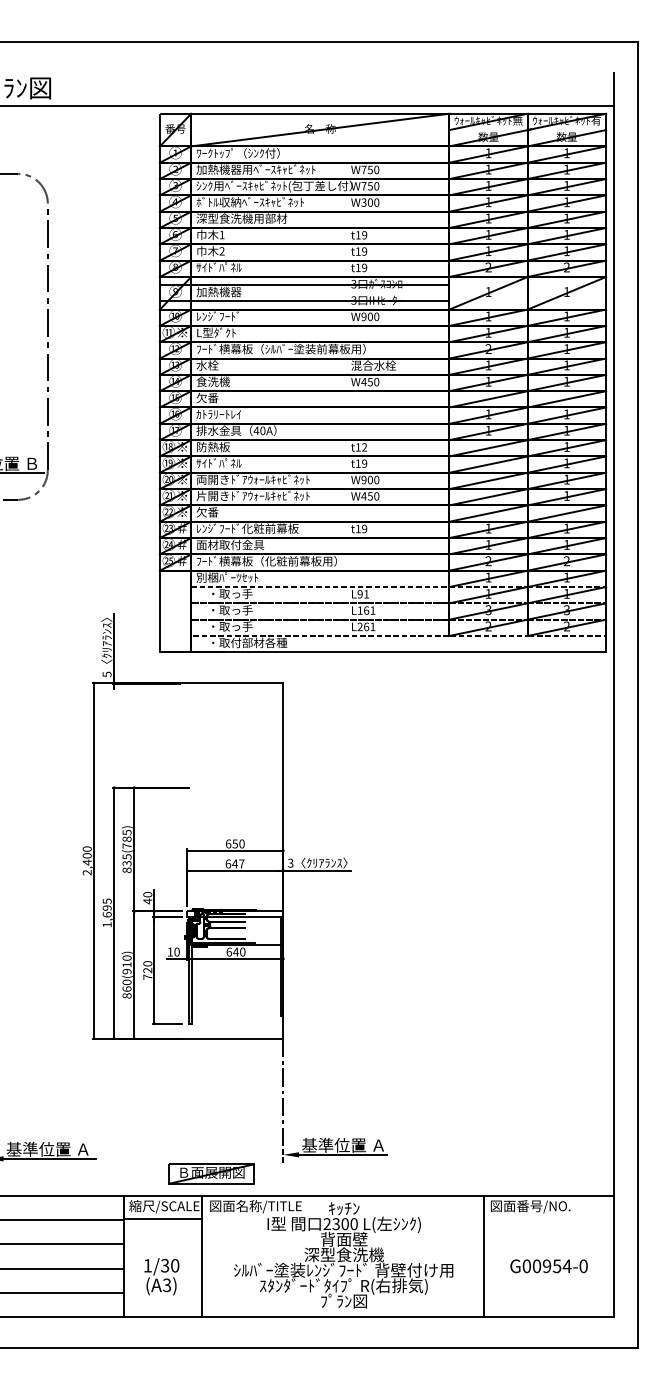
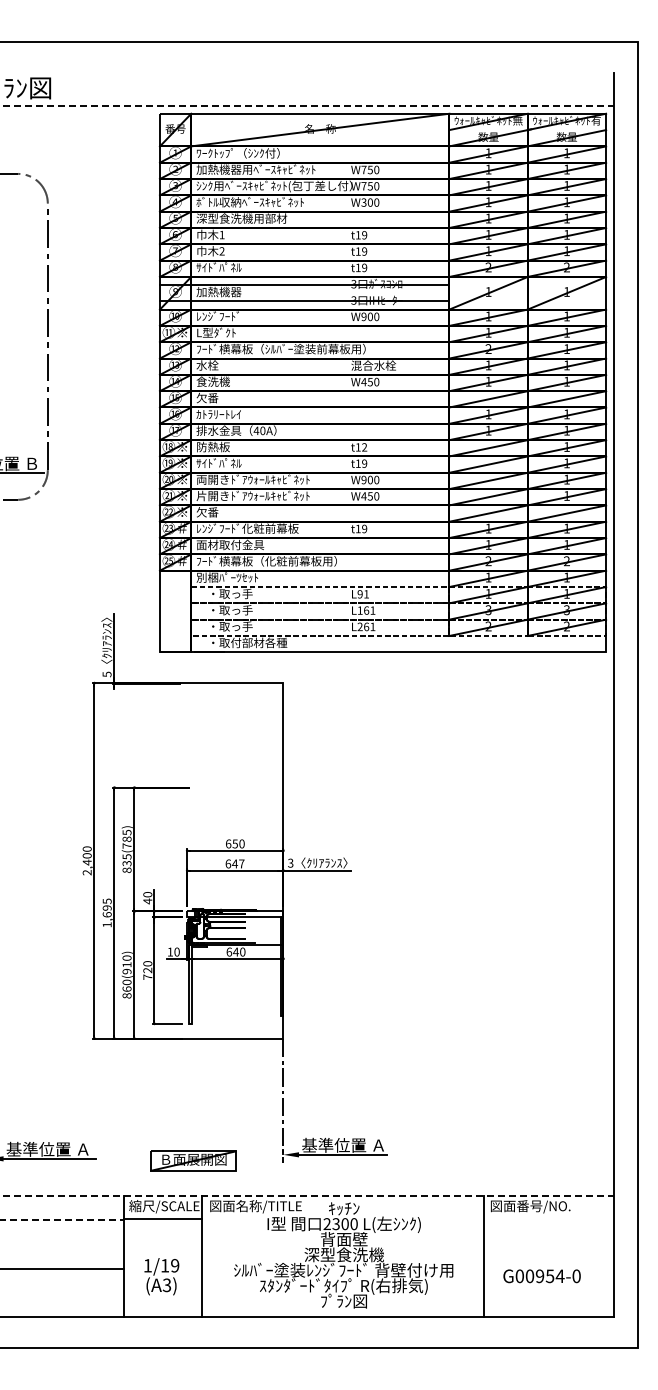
line at (307, 106): solid -> dashed
part at (211, 1173) position: (211, 1173) -> (193, 1160)
line at (307, 1196): solid -> dashed
line at (62, 1220): solid -> dashed
line at (63, 1244): present -> none
text at (169, 1265): 1/30 -> 1/19
text at (548, 1266) position: (548, 1266) -> (541, 1276)
line at (63, 1292): present -> none
